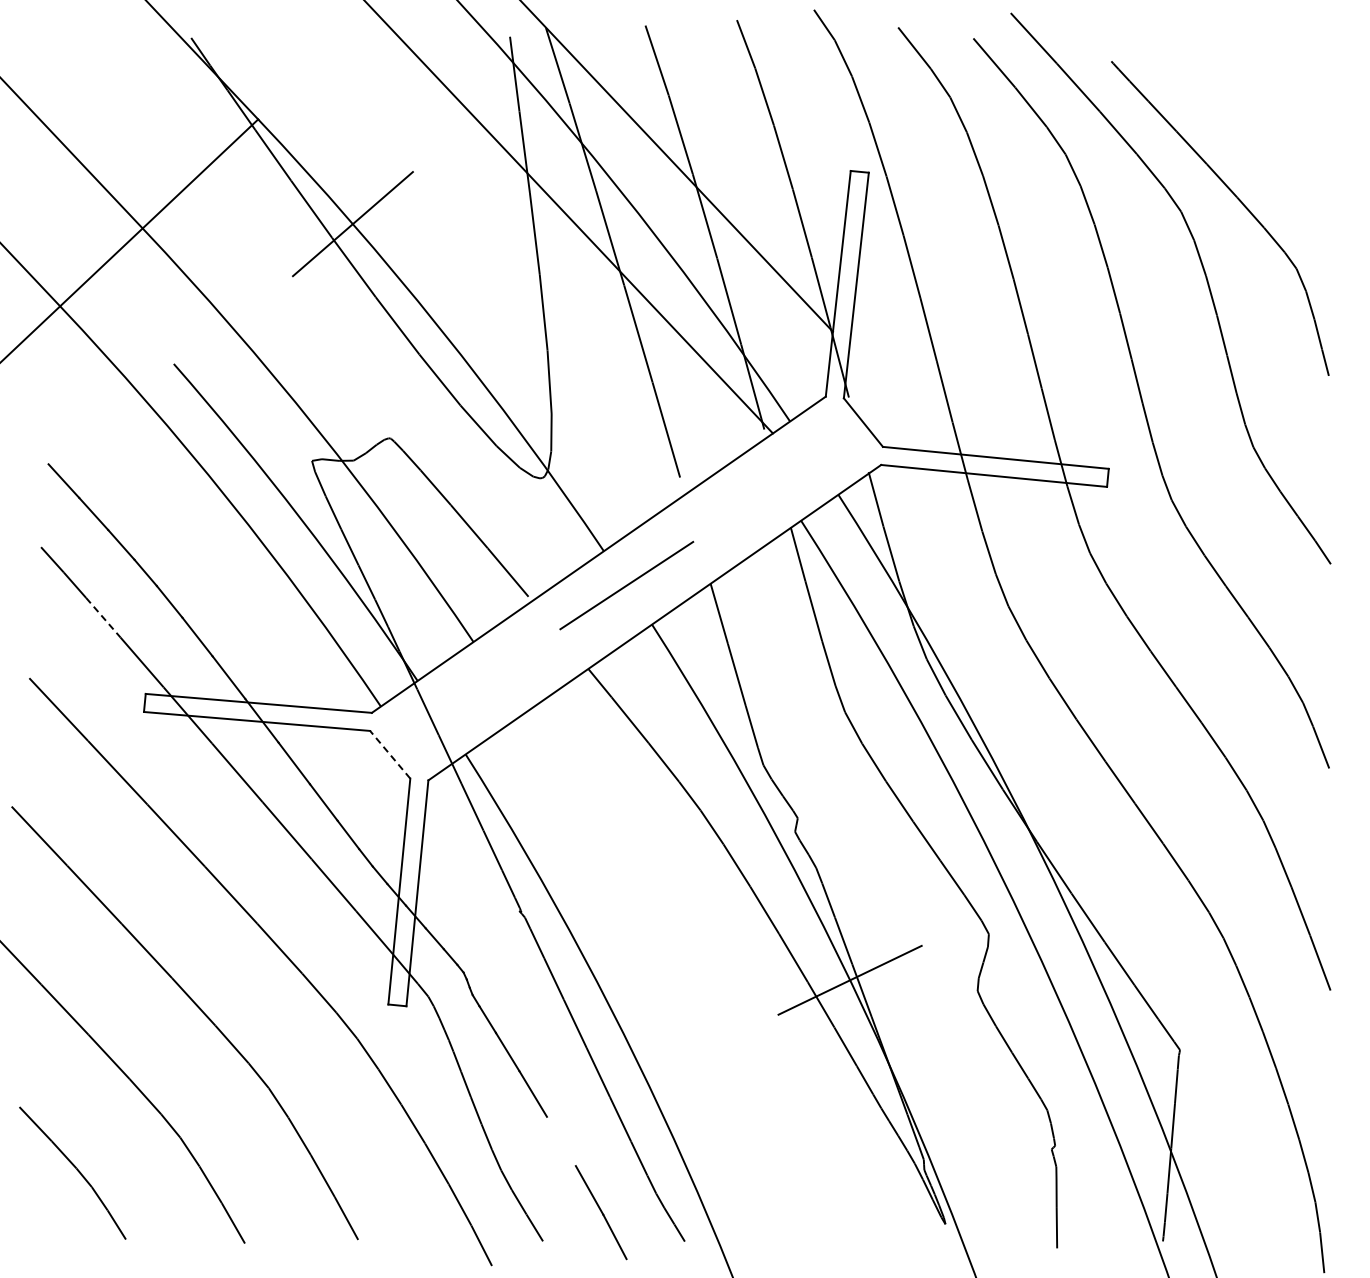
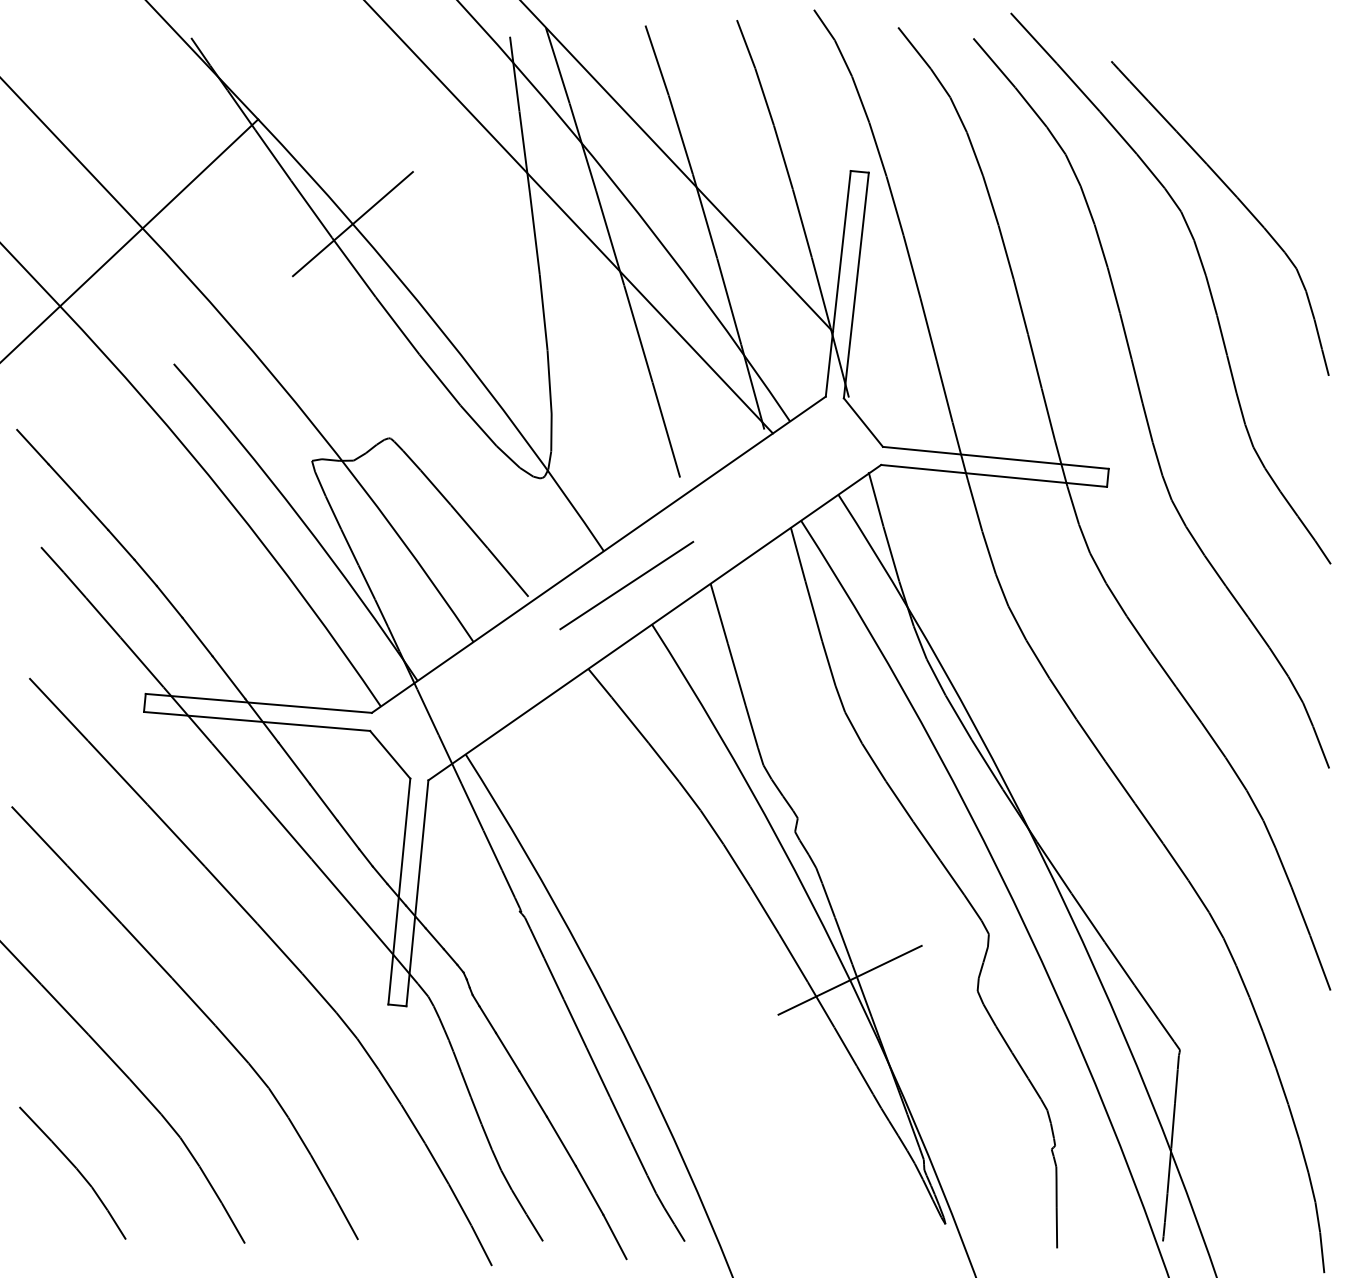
line at (32, 446): none -> present
line at (103, 618): dashed -> solid
line at (389, 754): dashed -> solid
line at (560, 1141): none -> present
